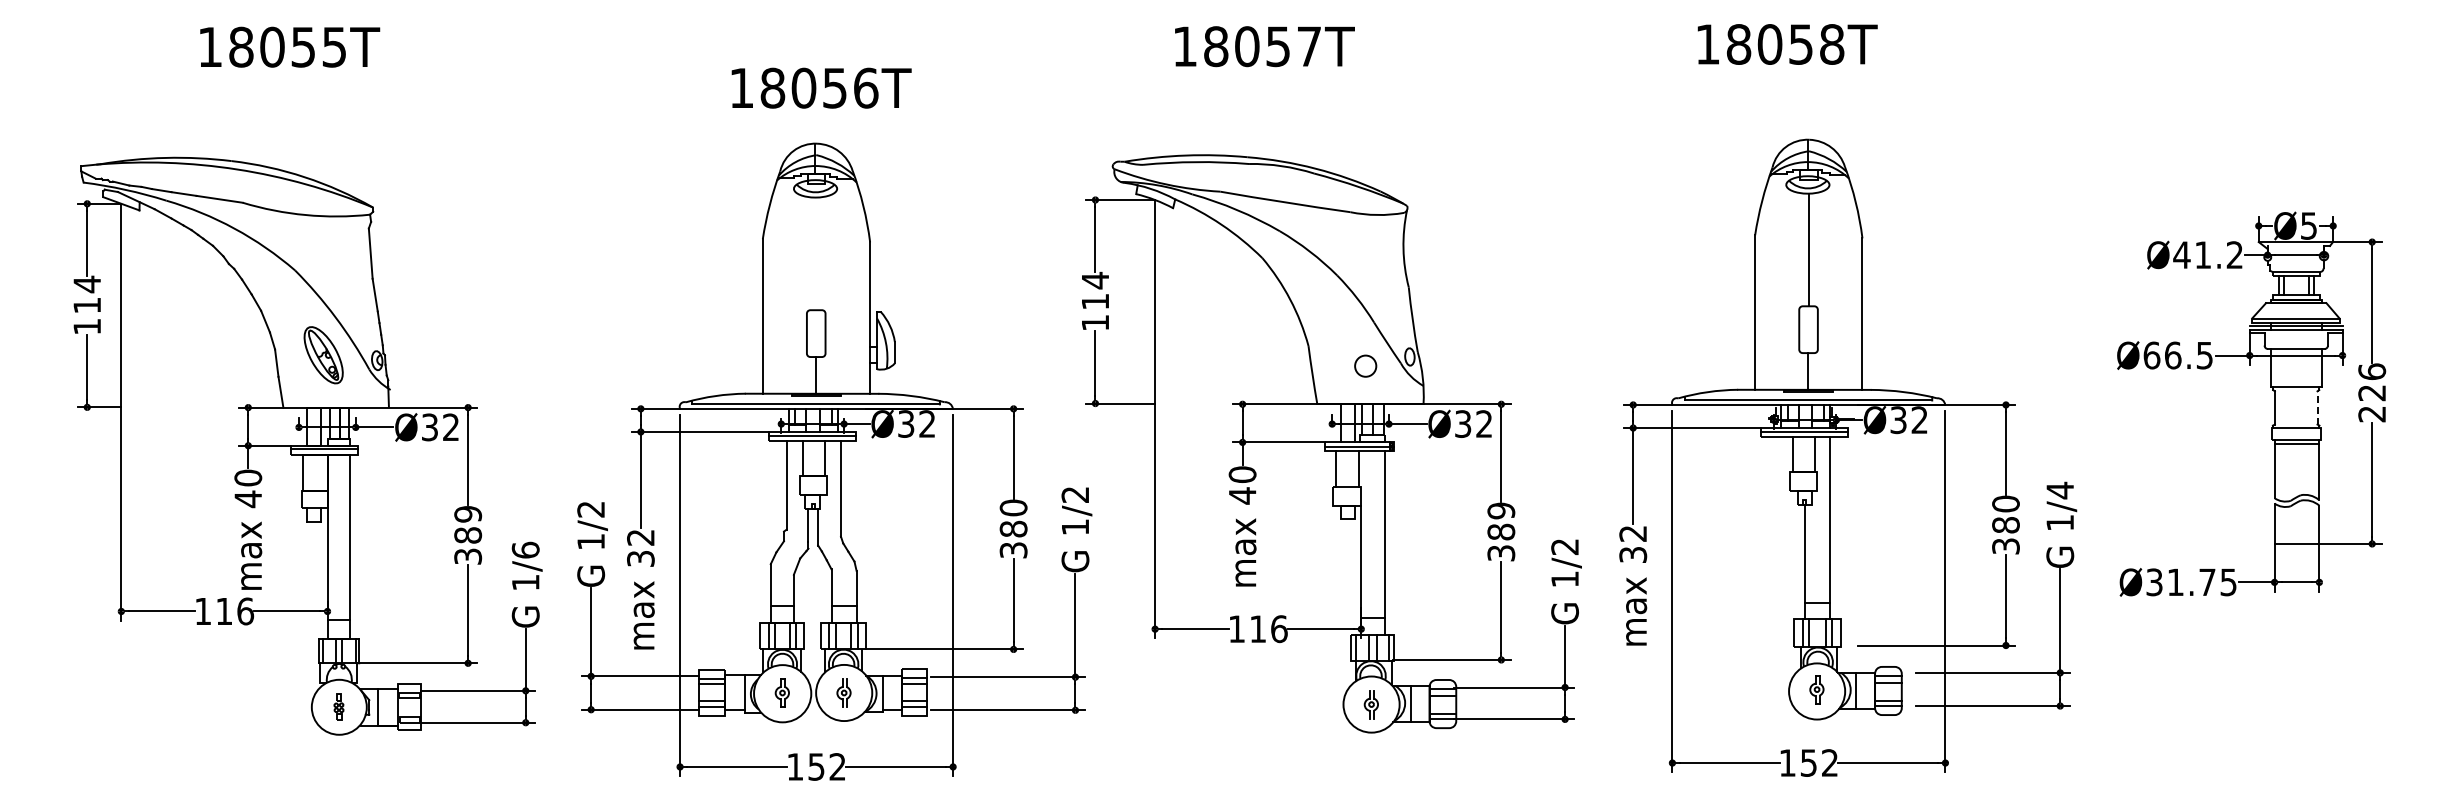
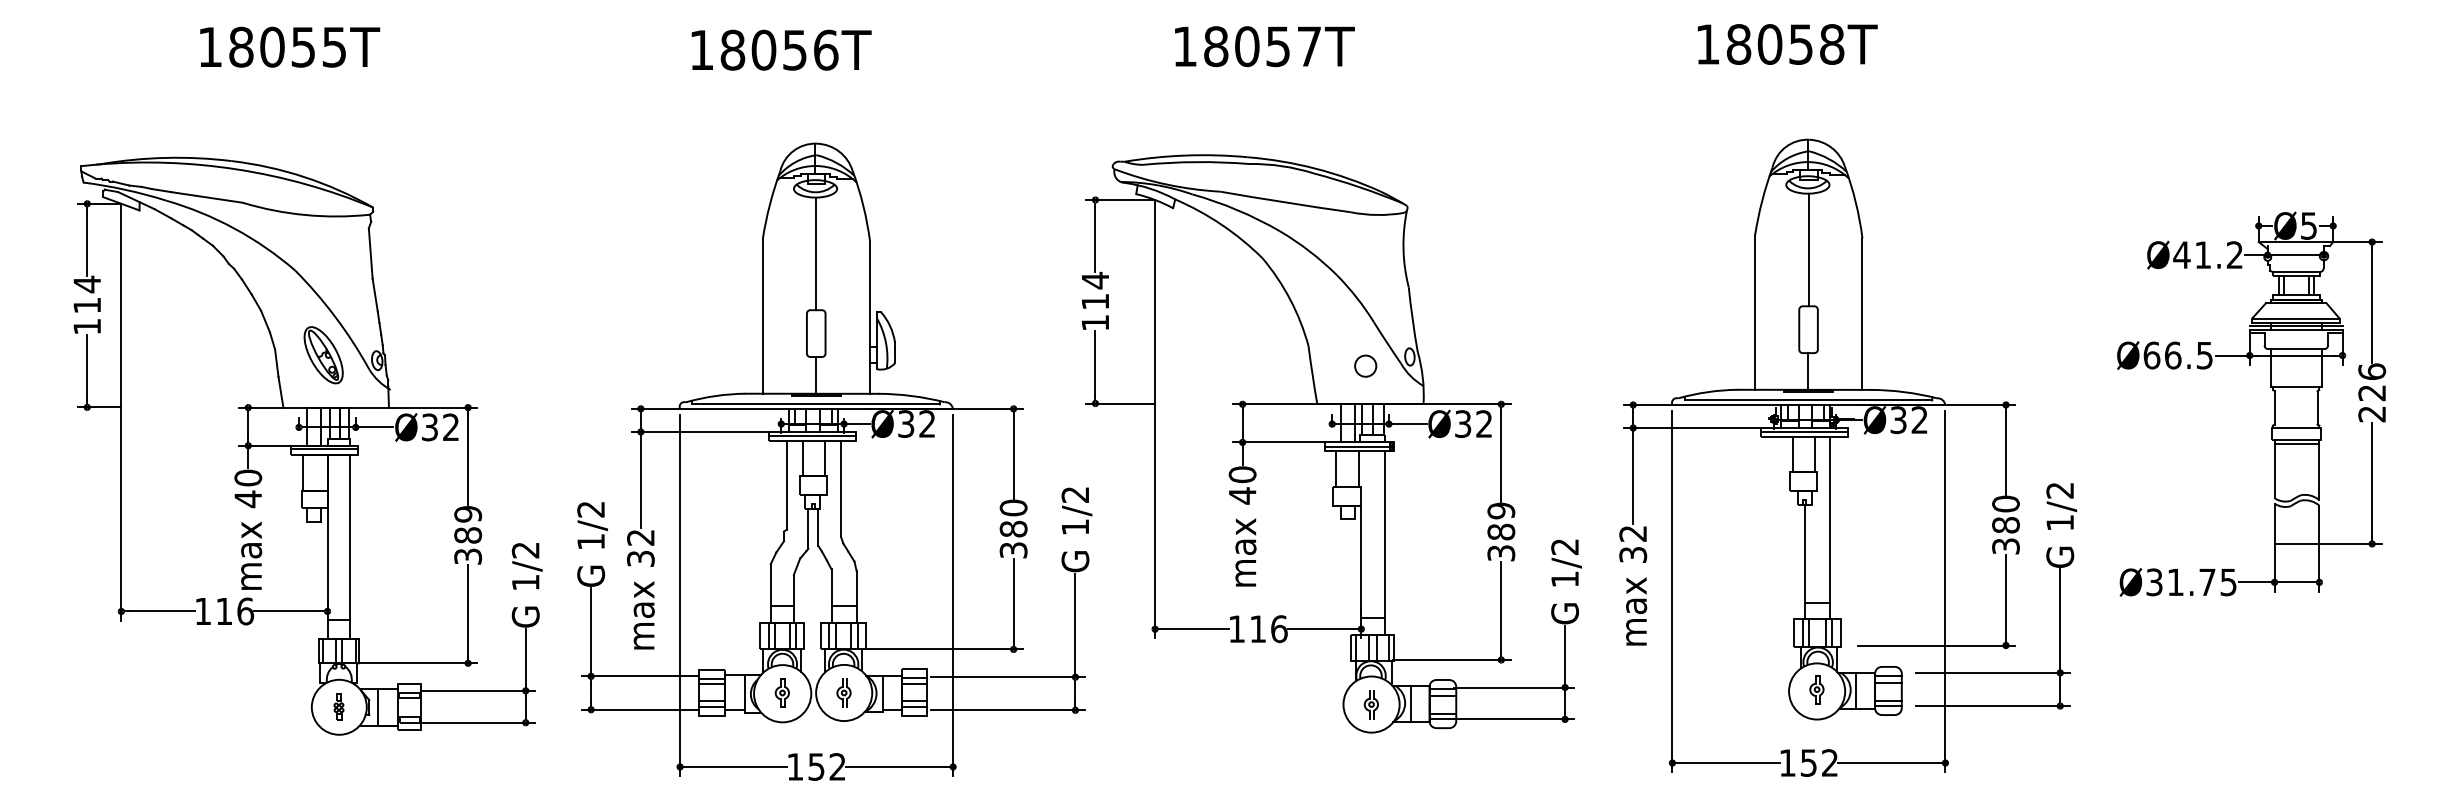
text at (821, 87) position: (821, 87) -> (781, 49)
line at (816, 253): none -> present
line at (2317, 407): dashed -> solid
text at (2059, 490): 1/4 -> 1/2
text at (525, 549): 1/6 -> 1/2
